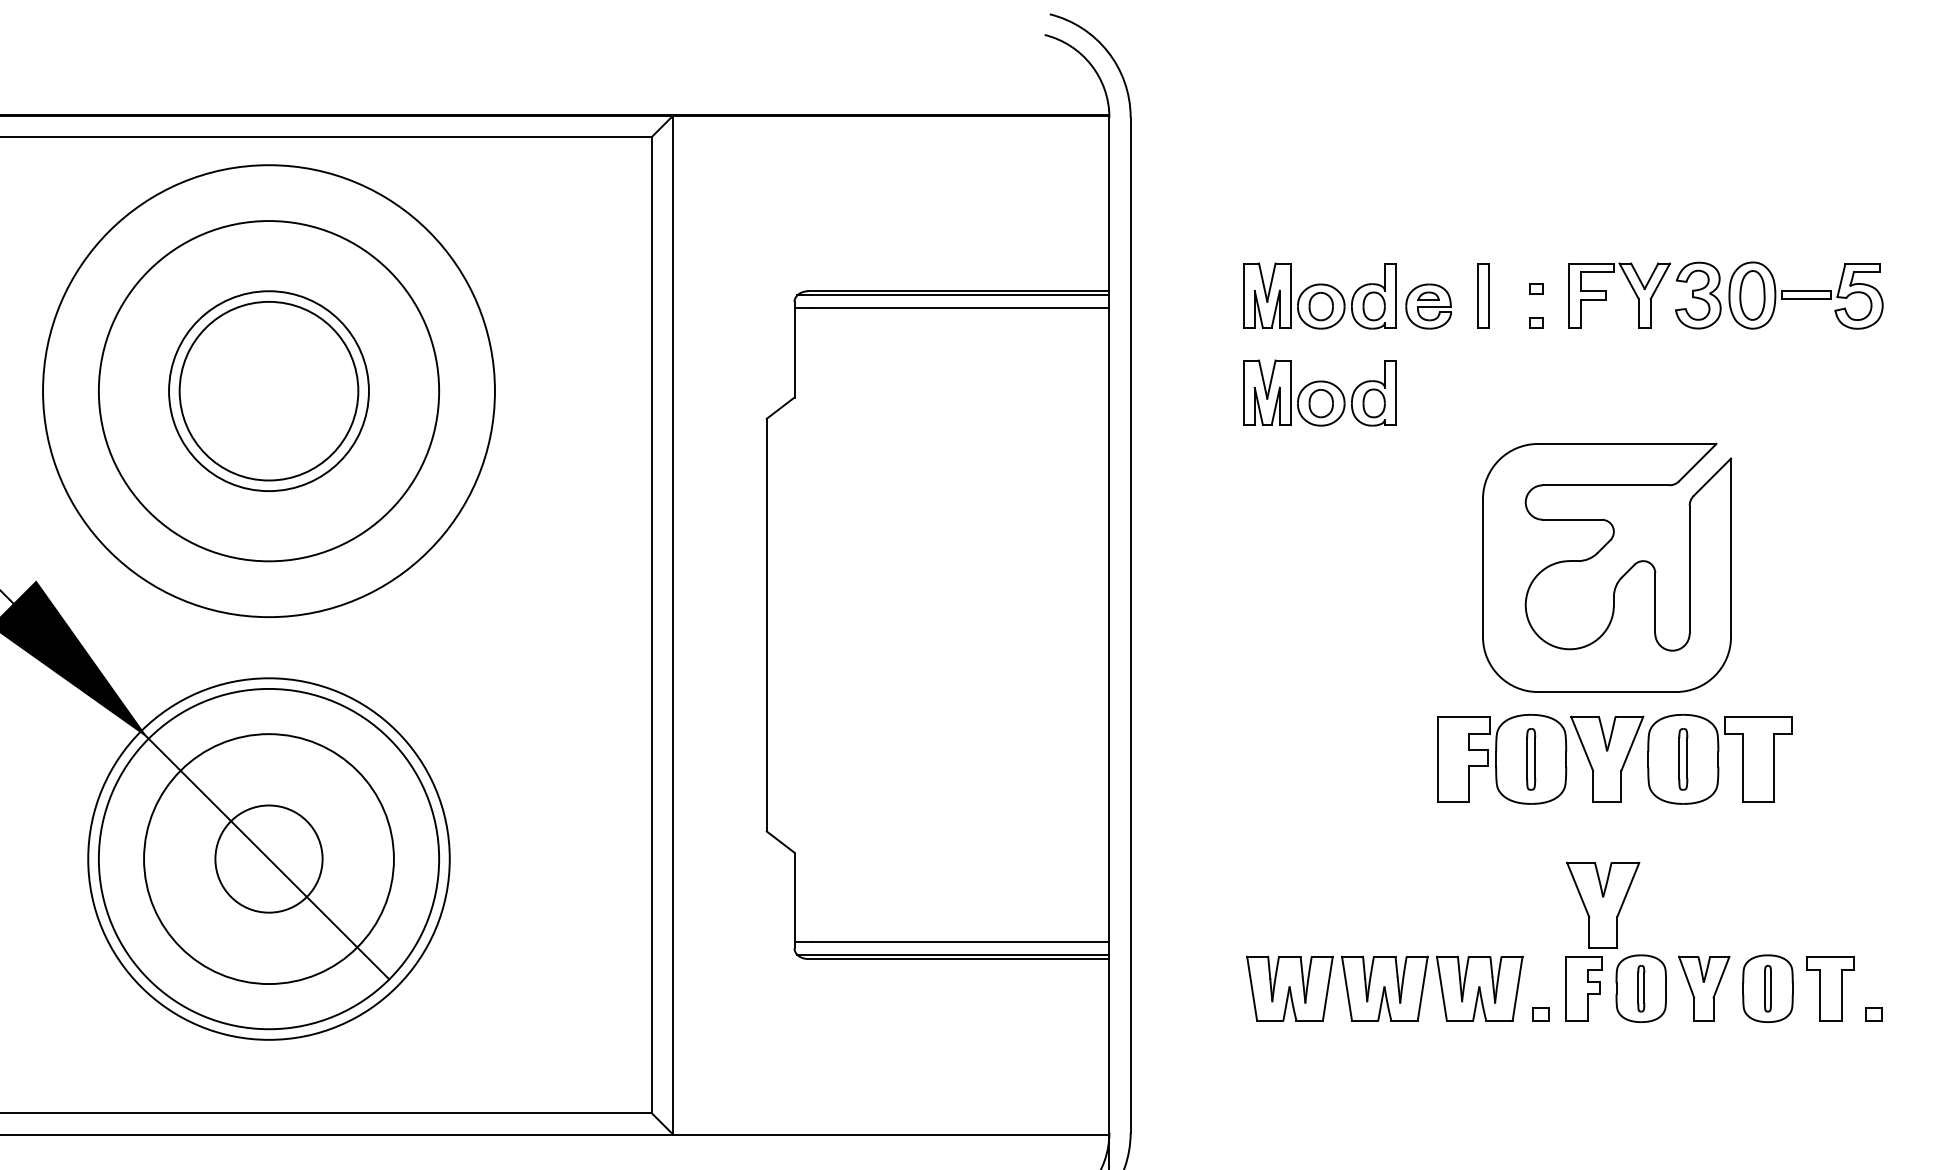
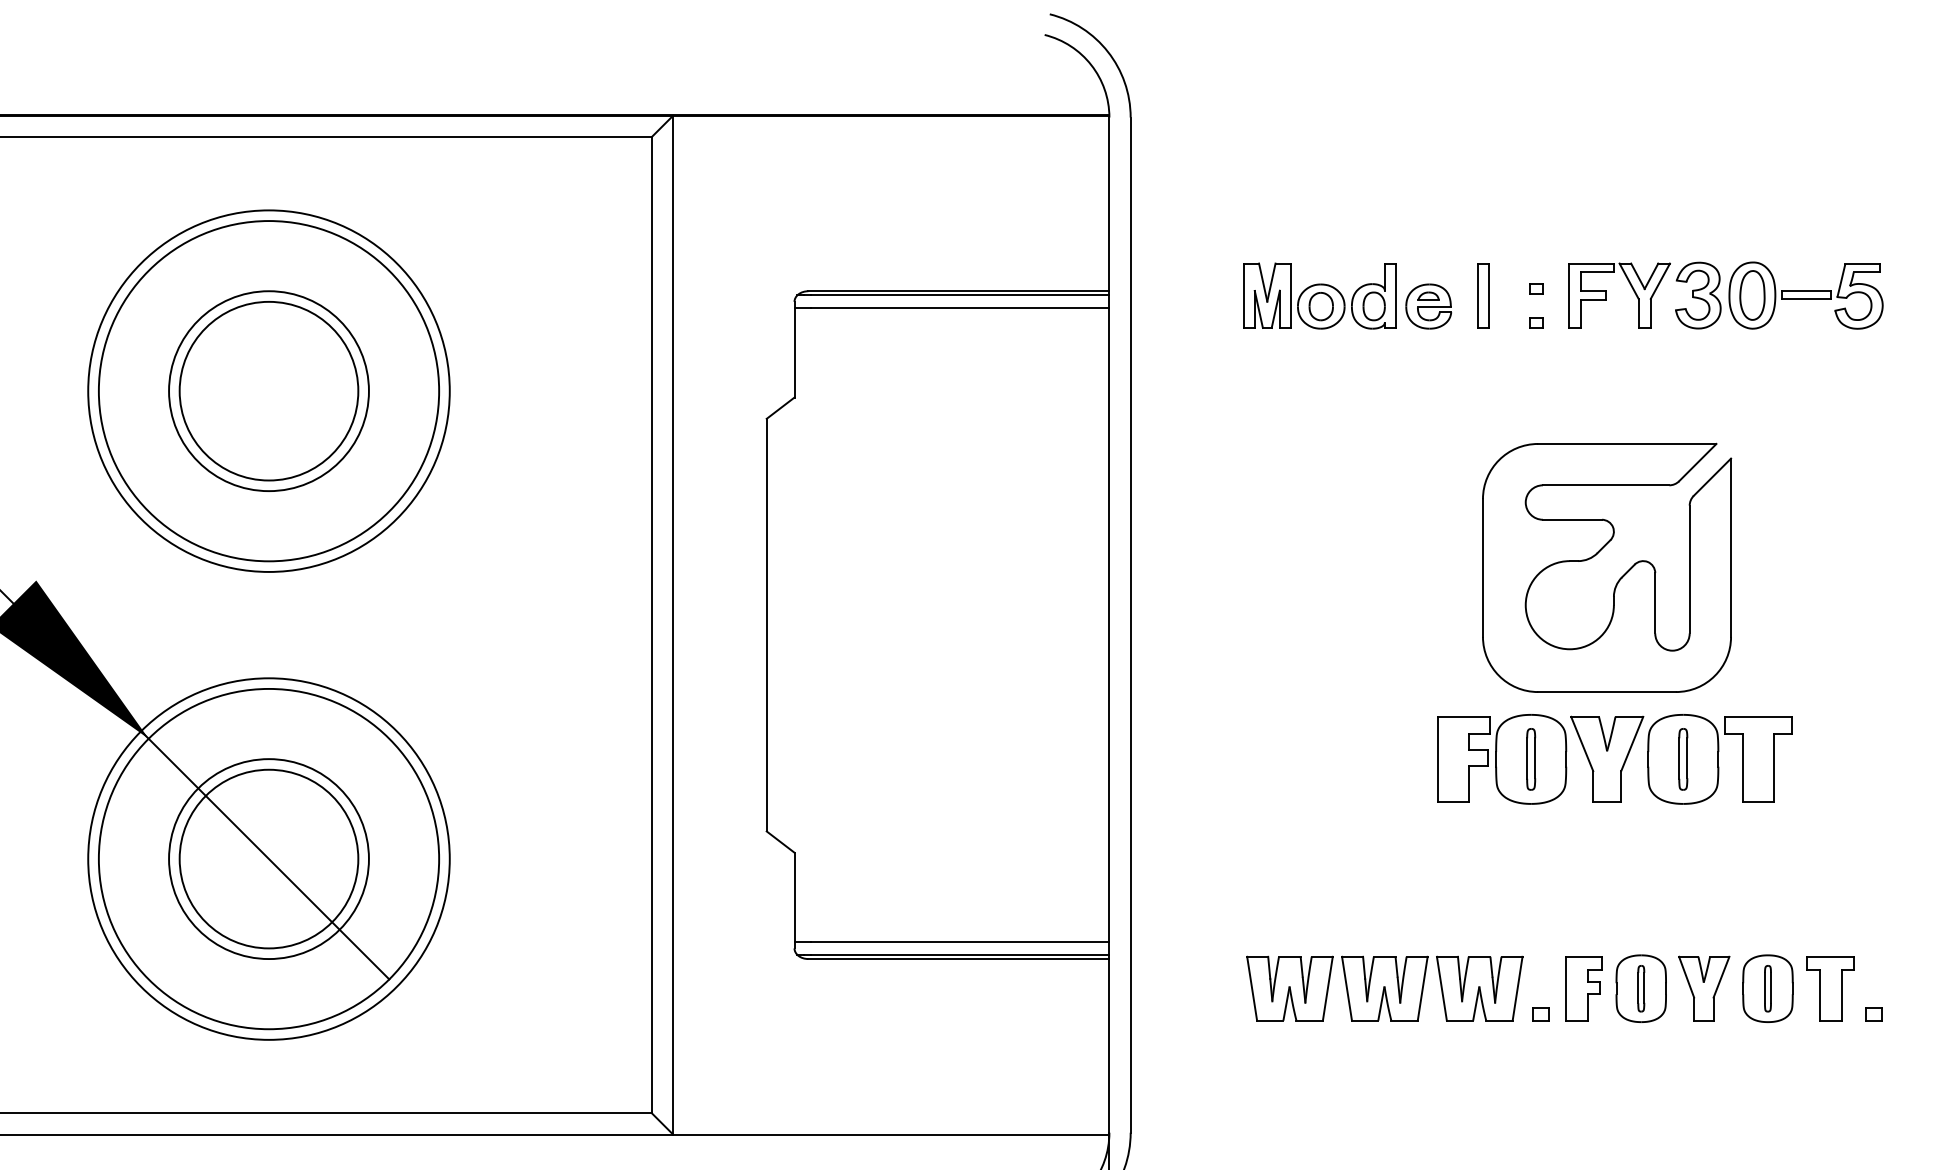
circle at (268, 391) diameter: 452 px -> 362 px
part at (1319, 392): present -> none
circle at (268, 858) diameter: 107 px -> 179 px
circle at (268, 859) diameter: 250 px -> 200 px
part at (1603, 904): present -> none
